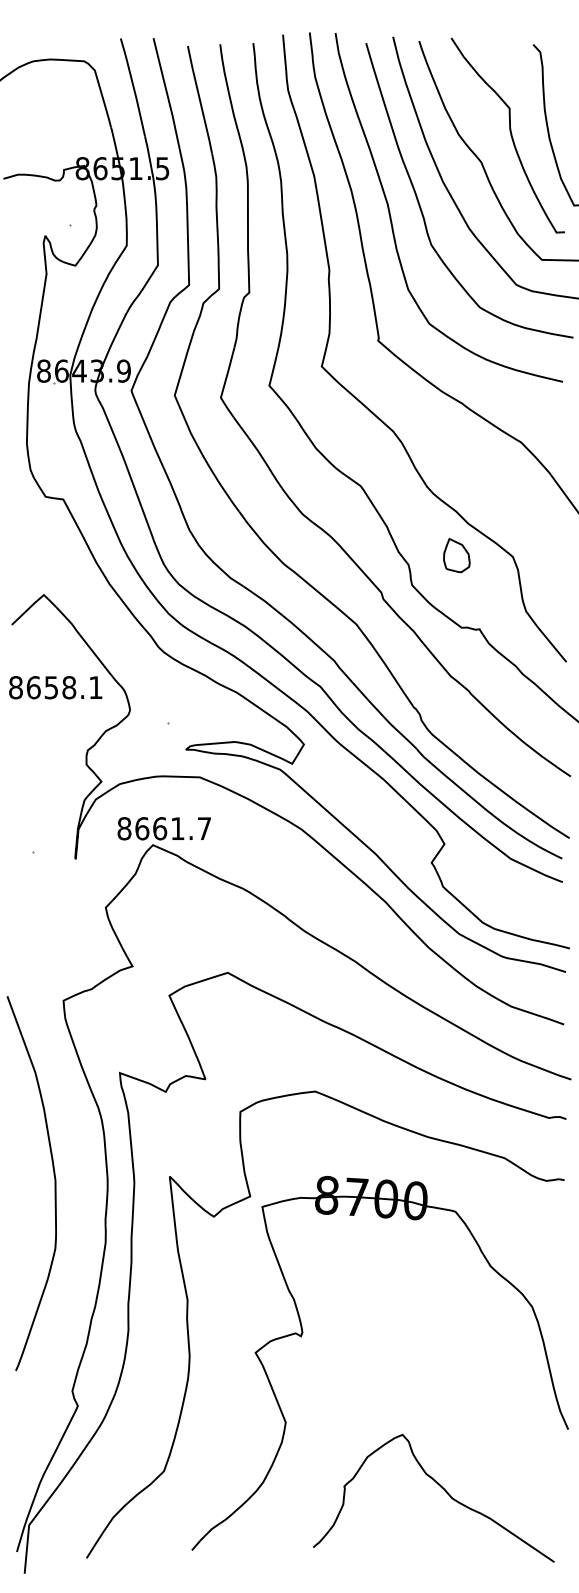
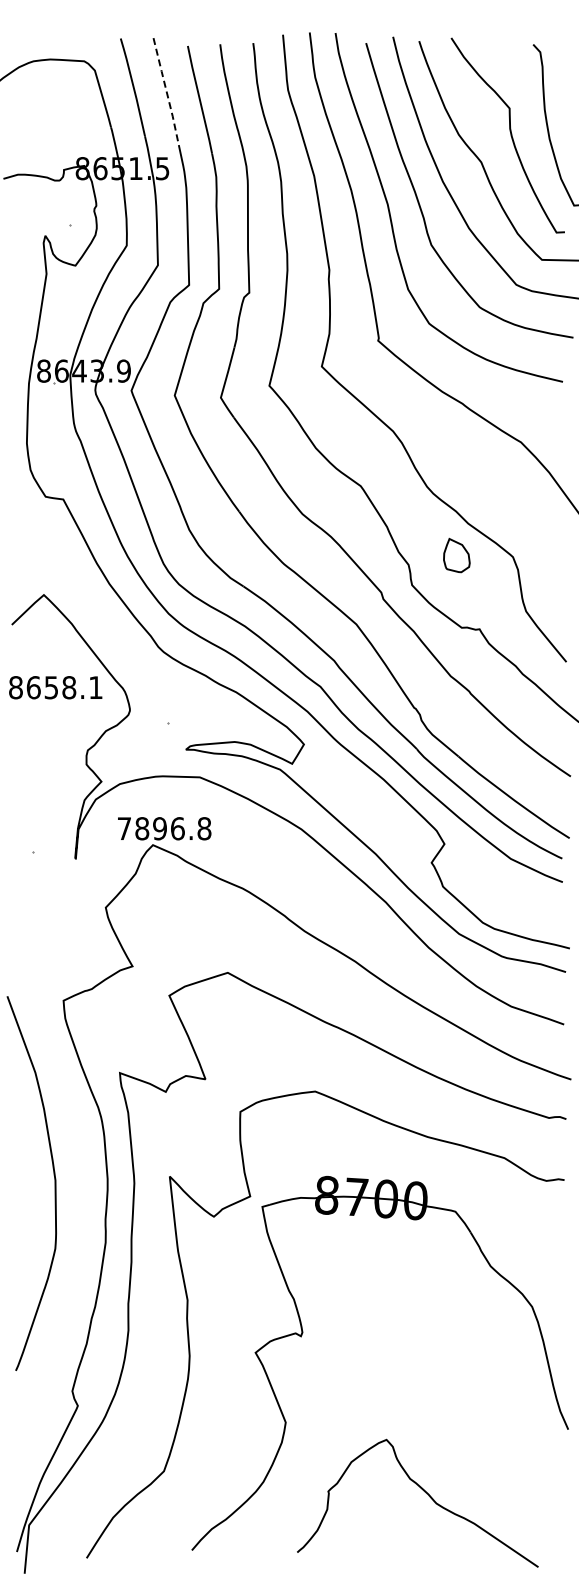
line at (166, 91): solid -> dashed
text at (164, 828): 8661.7 -> 7896.8
curve at (441, 1488) position: (441, 1488) -> (425, 1493)
